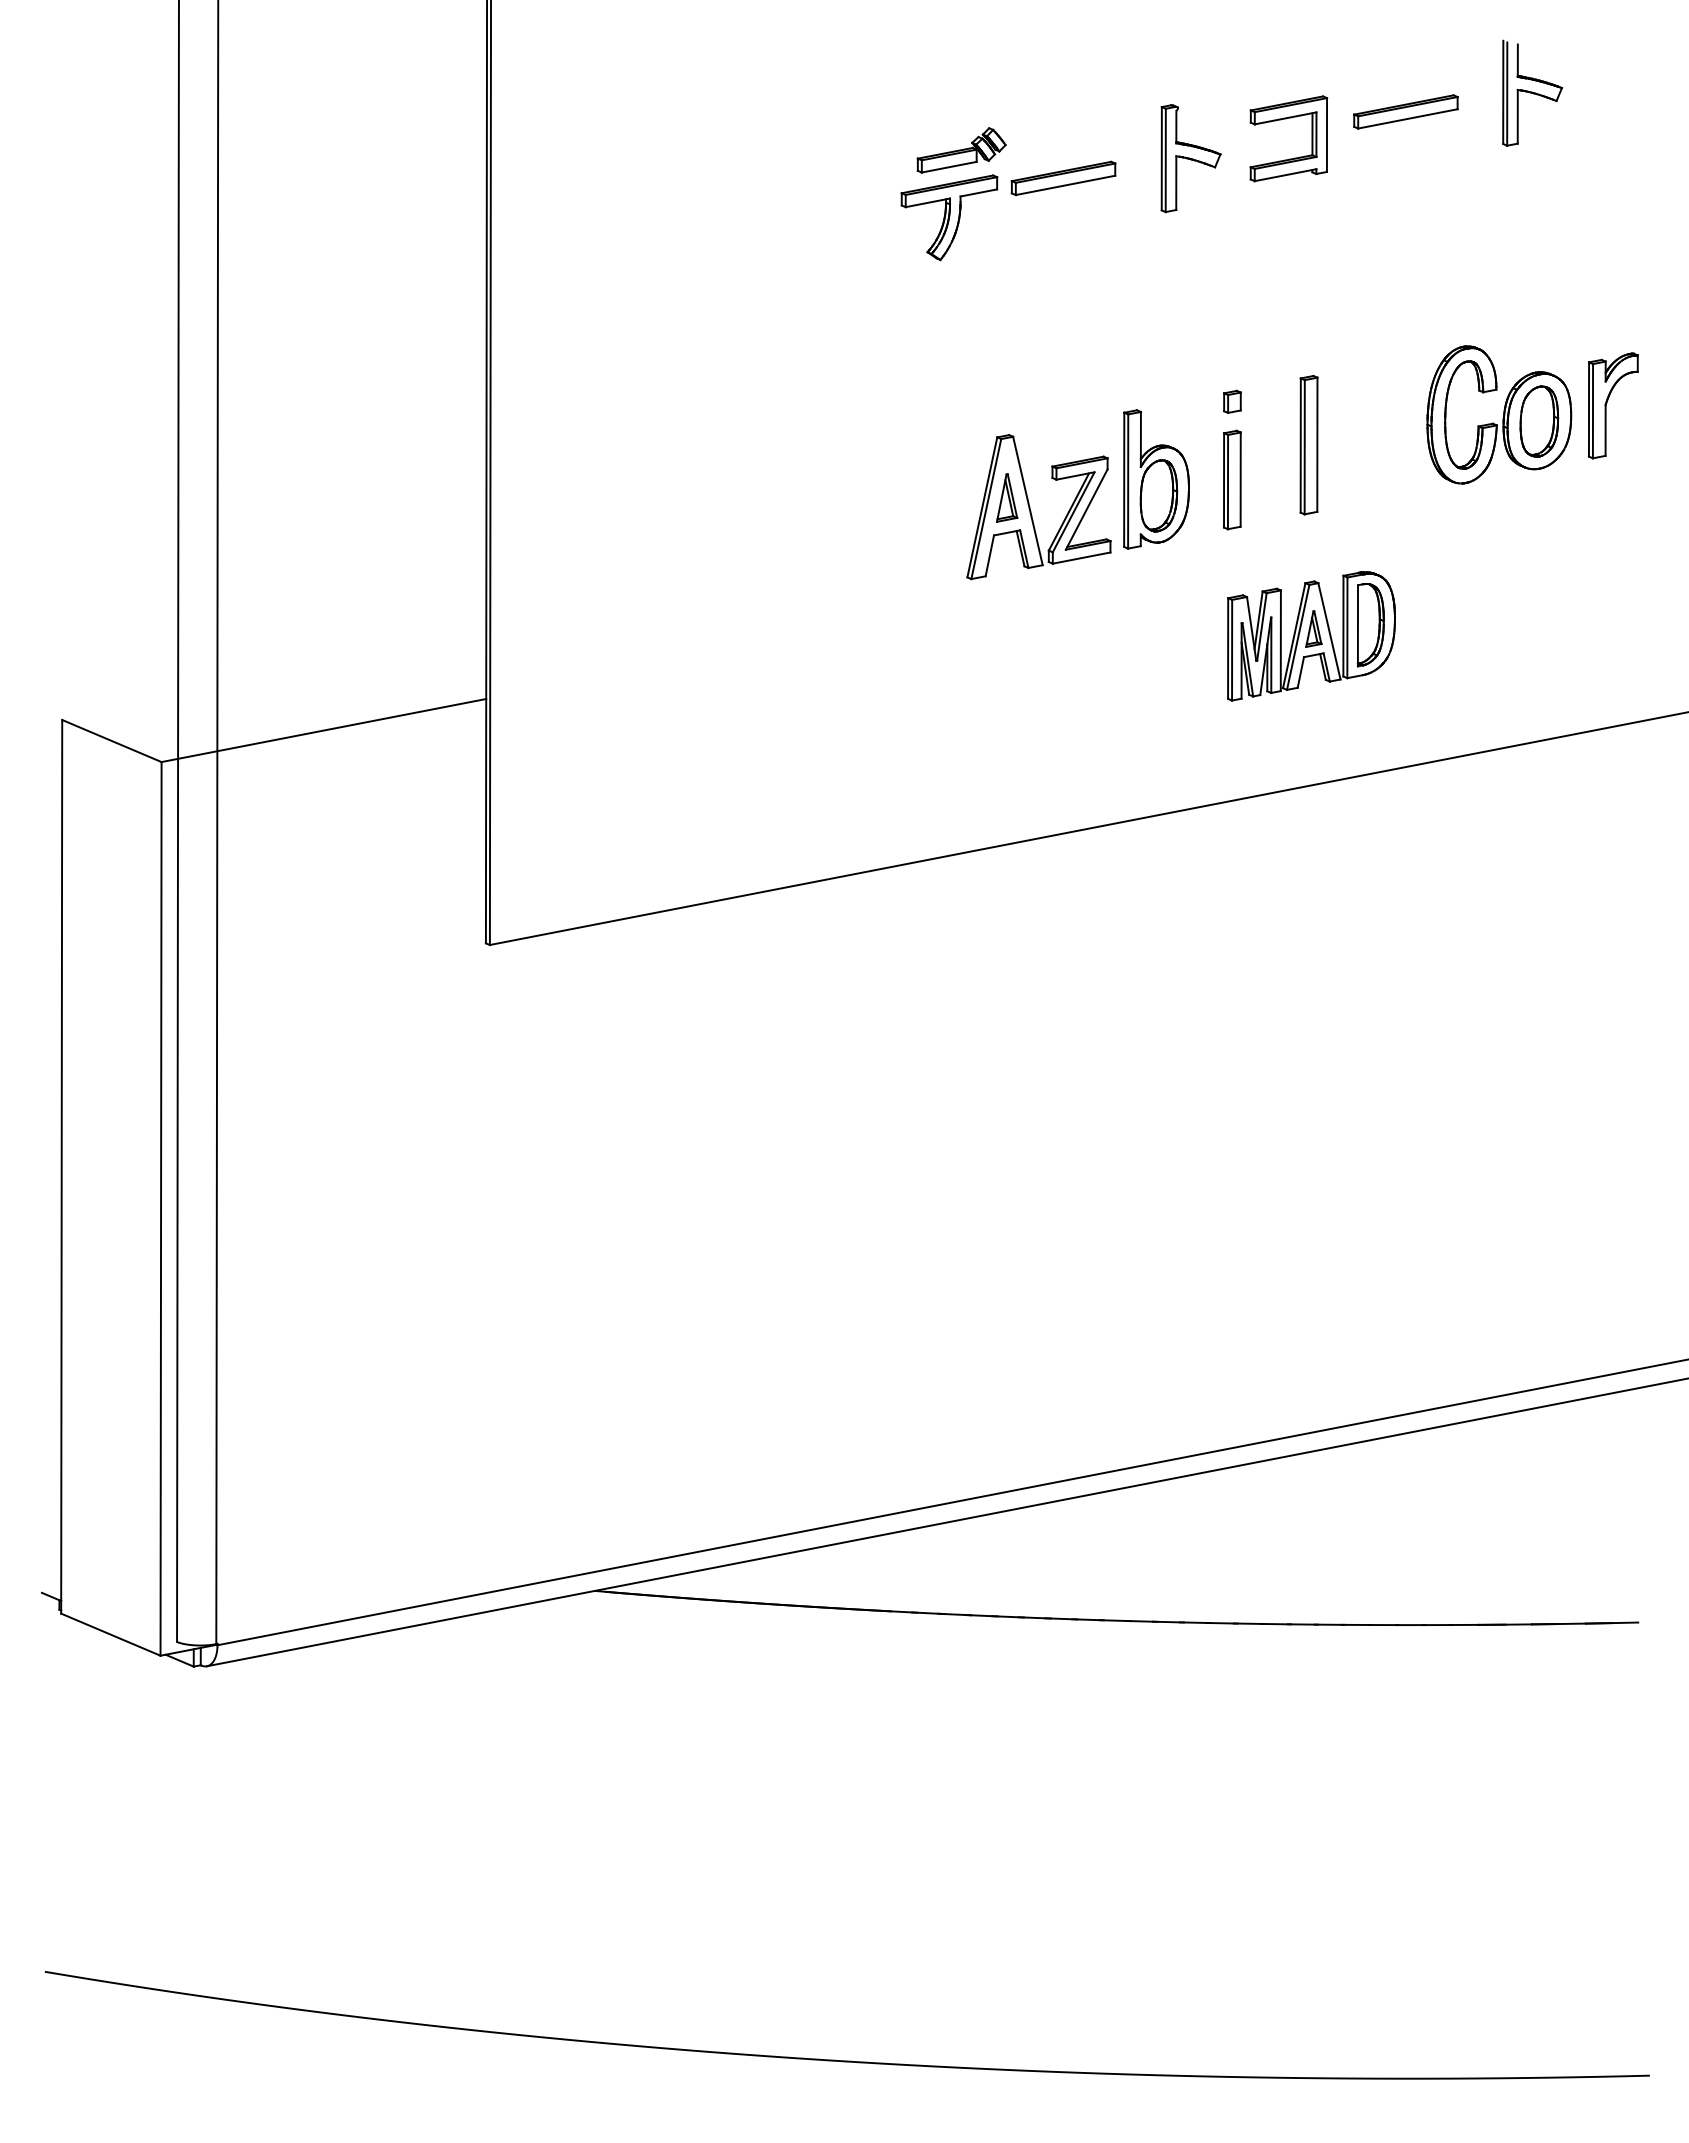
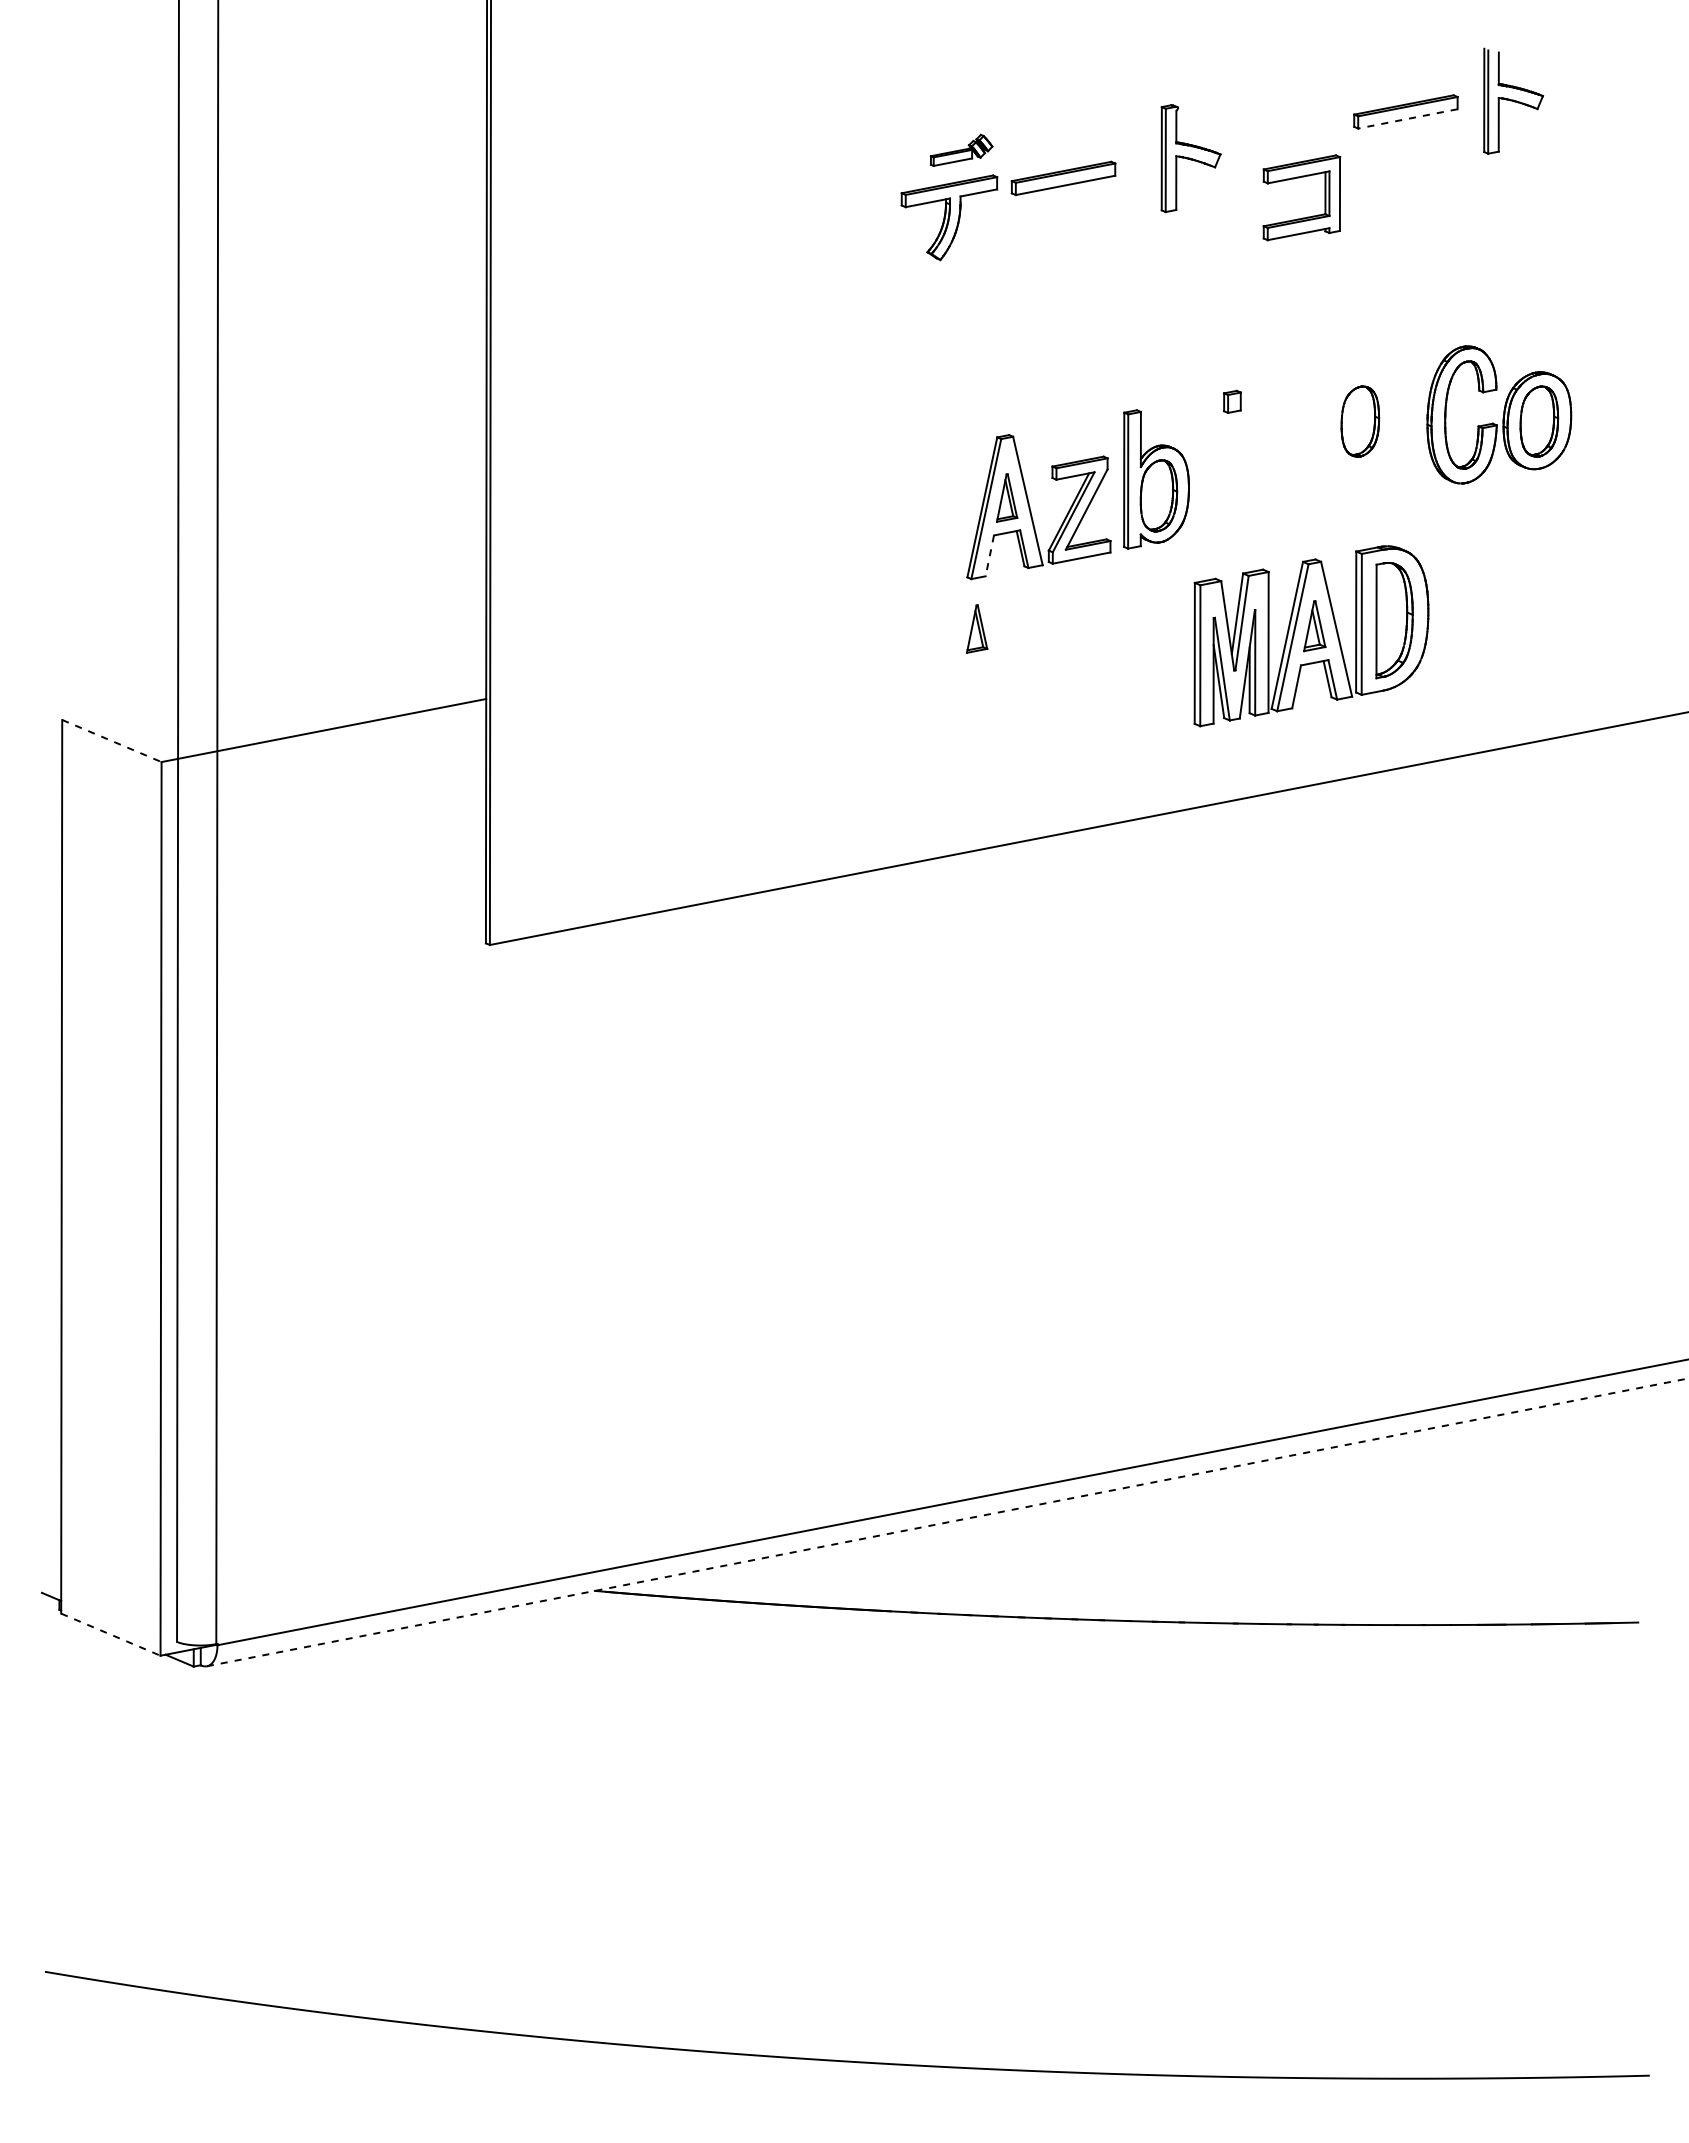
part at (1532, 92) position: (1532, 92) -> (1513, 100)
line at (1407, 118): solid -> dashed
part at (1286, 119) position: (1286, 119) -> (1299, 178)
part at (961, 150) size: 91x47 px -> 65x34 px
part at (1607, 403): present -> none
part at (1360, 421): none -> present
part at (1308, 445): present -> none
part at (1232, 479): present -> none
line at (989, 555): solid -> dashed
part at (977, 628): none -> present
part at (1311, 636) size: 169x131 px -> 237x183 px
line at (111, 741): solid -> dashed
line at (948, 1522): solid -> dashed
line at (110, 1634): solid -> dashed
